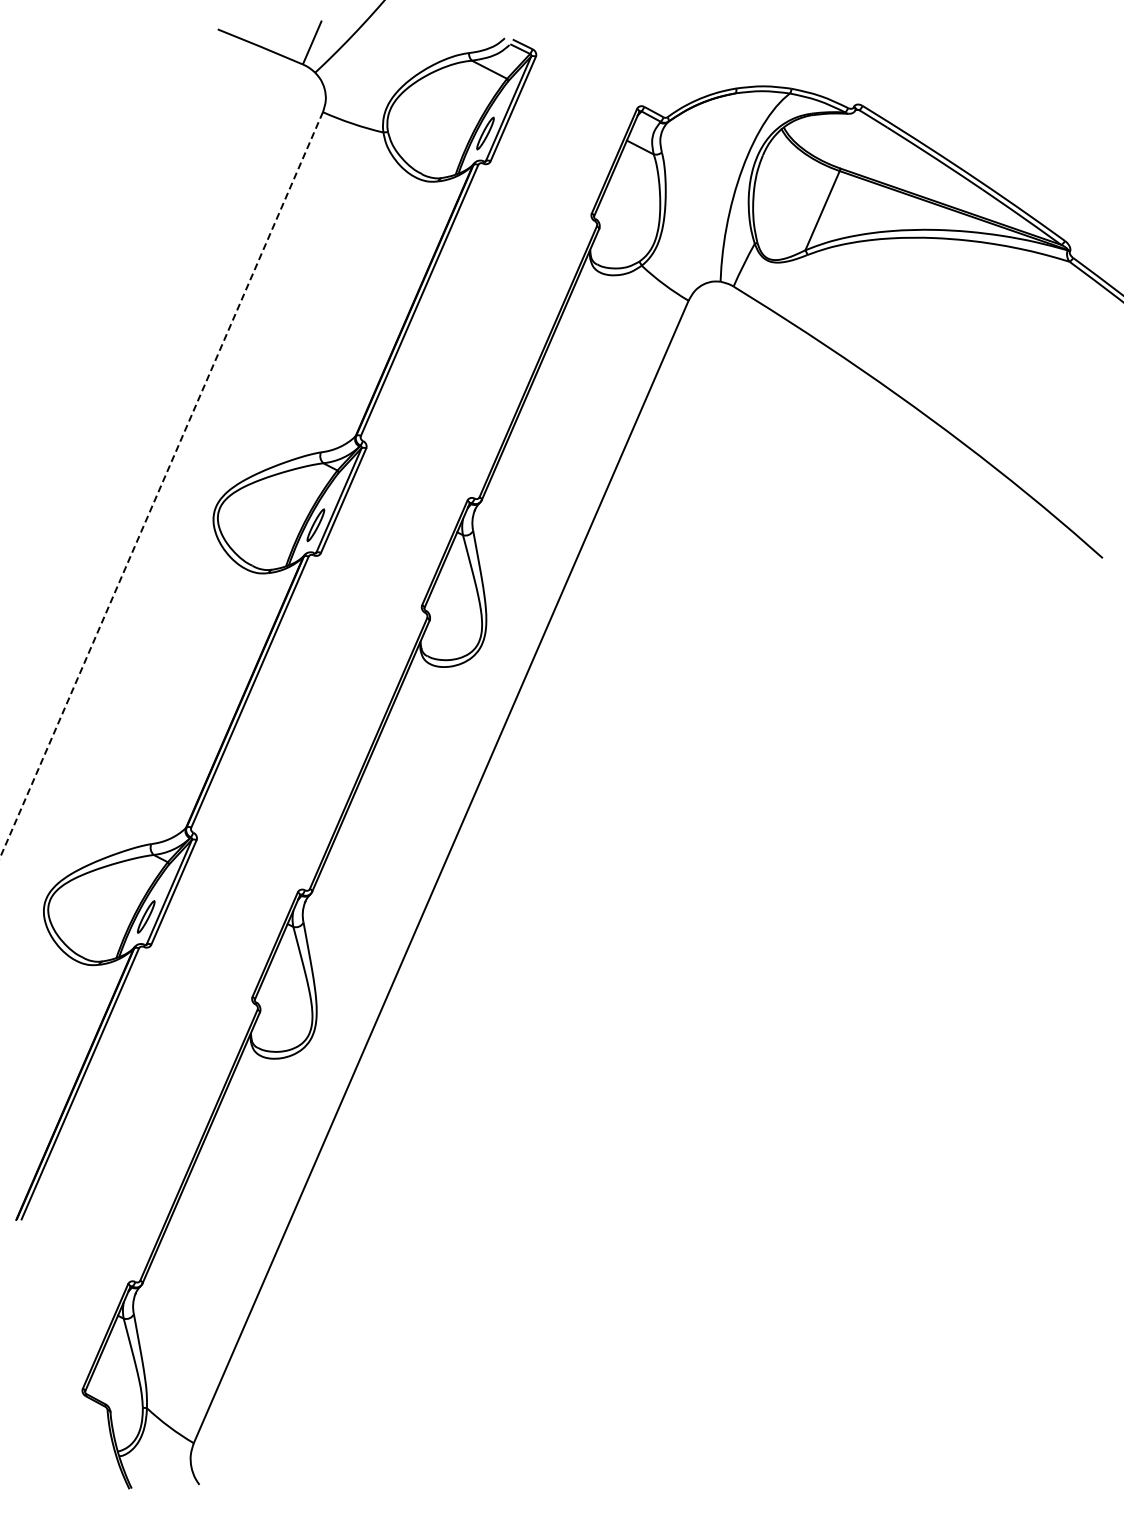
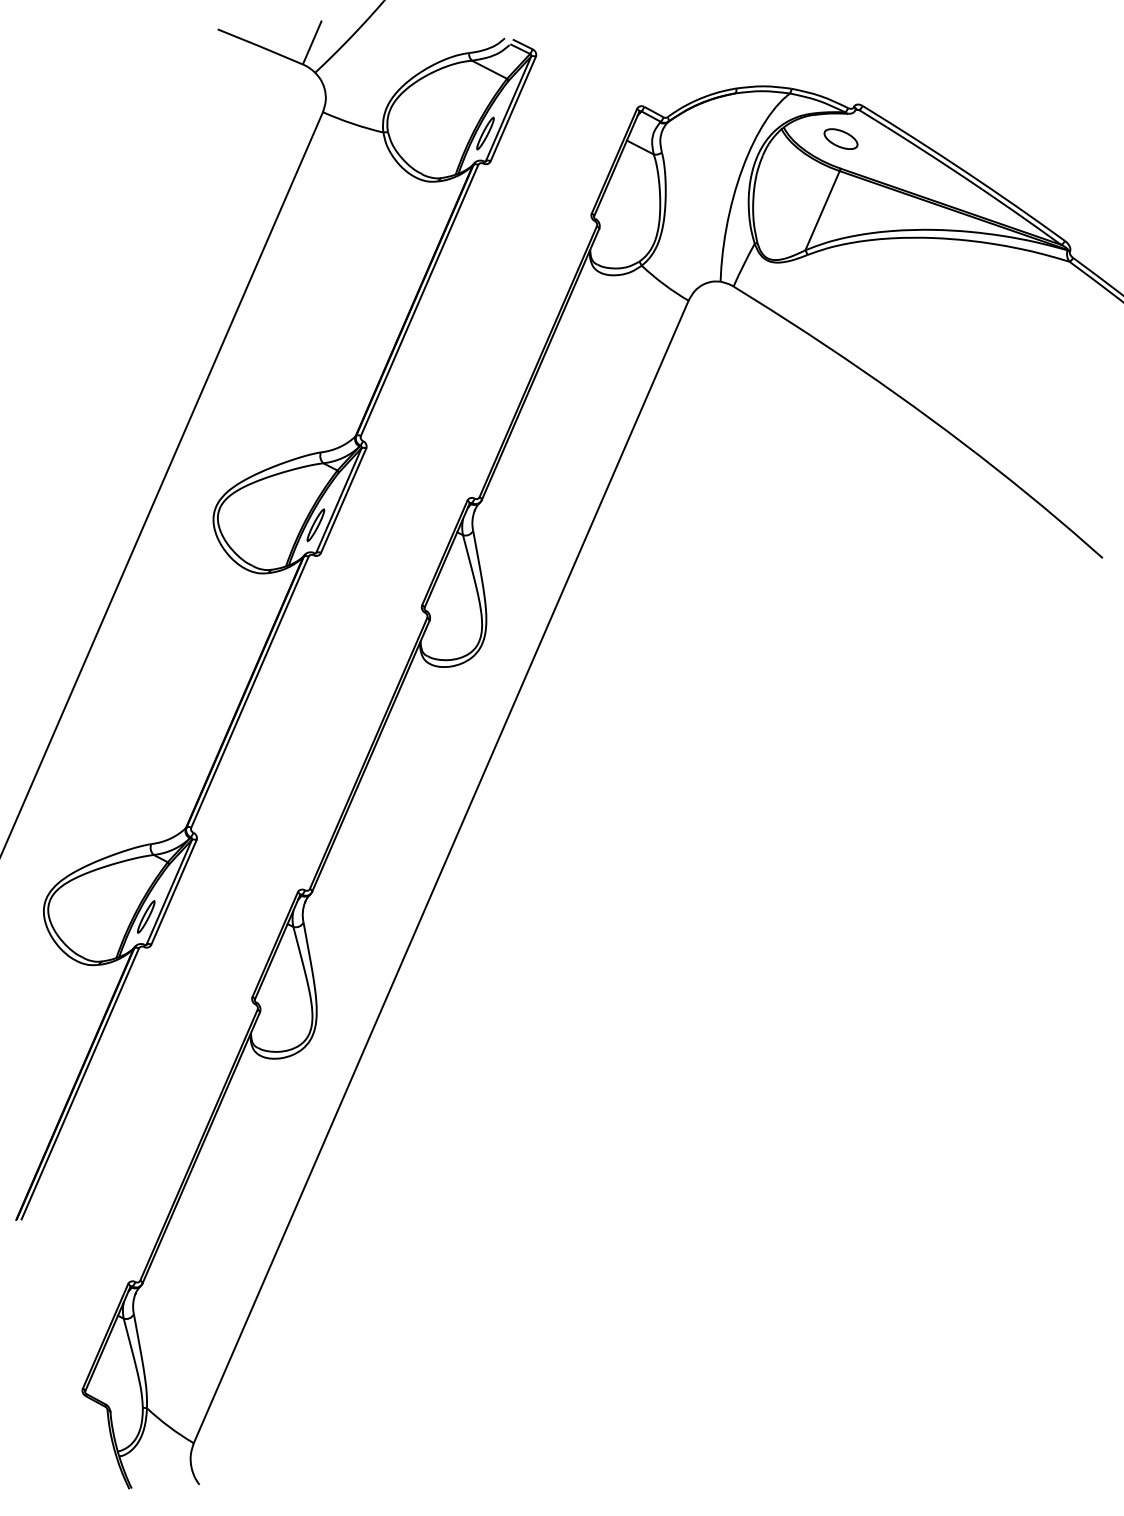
part at (840, 138): none -> present
line at (161, 485): dashed -> solid
